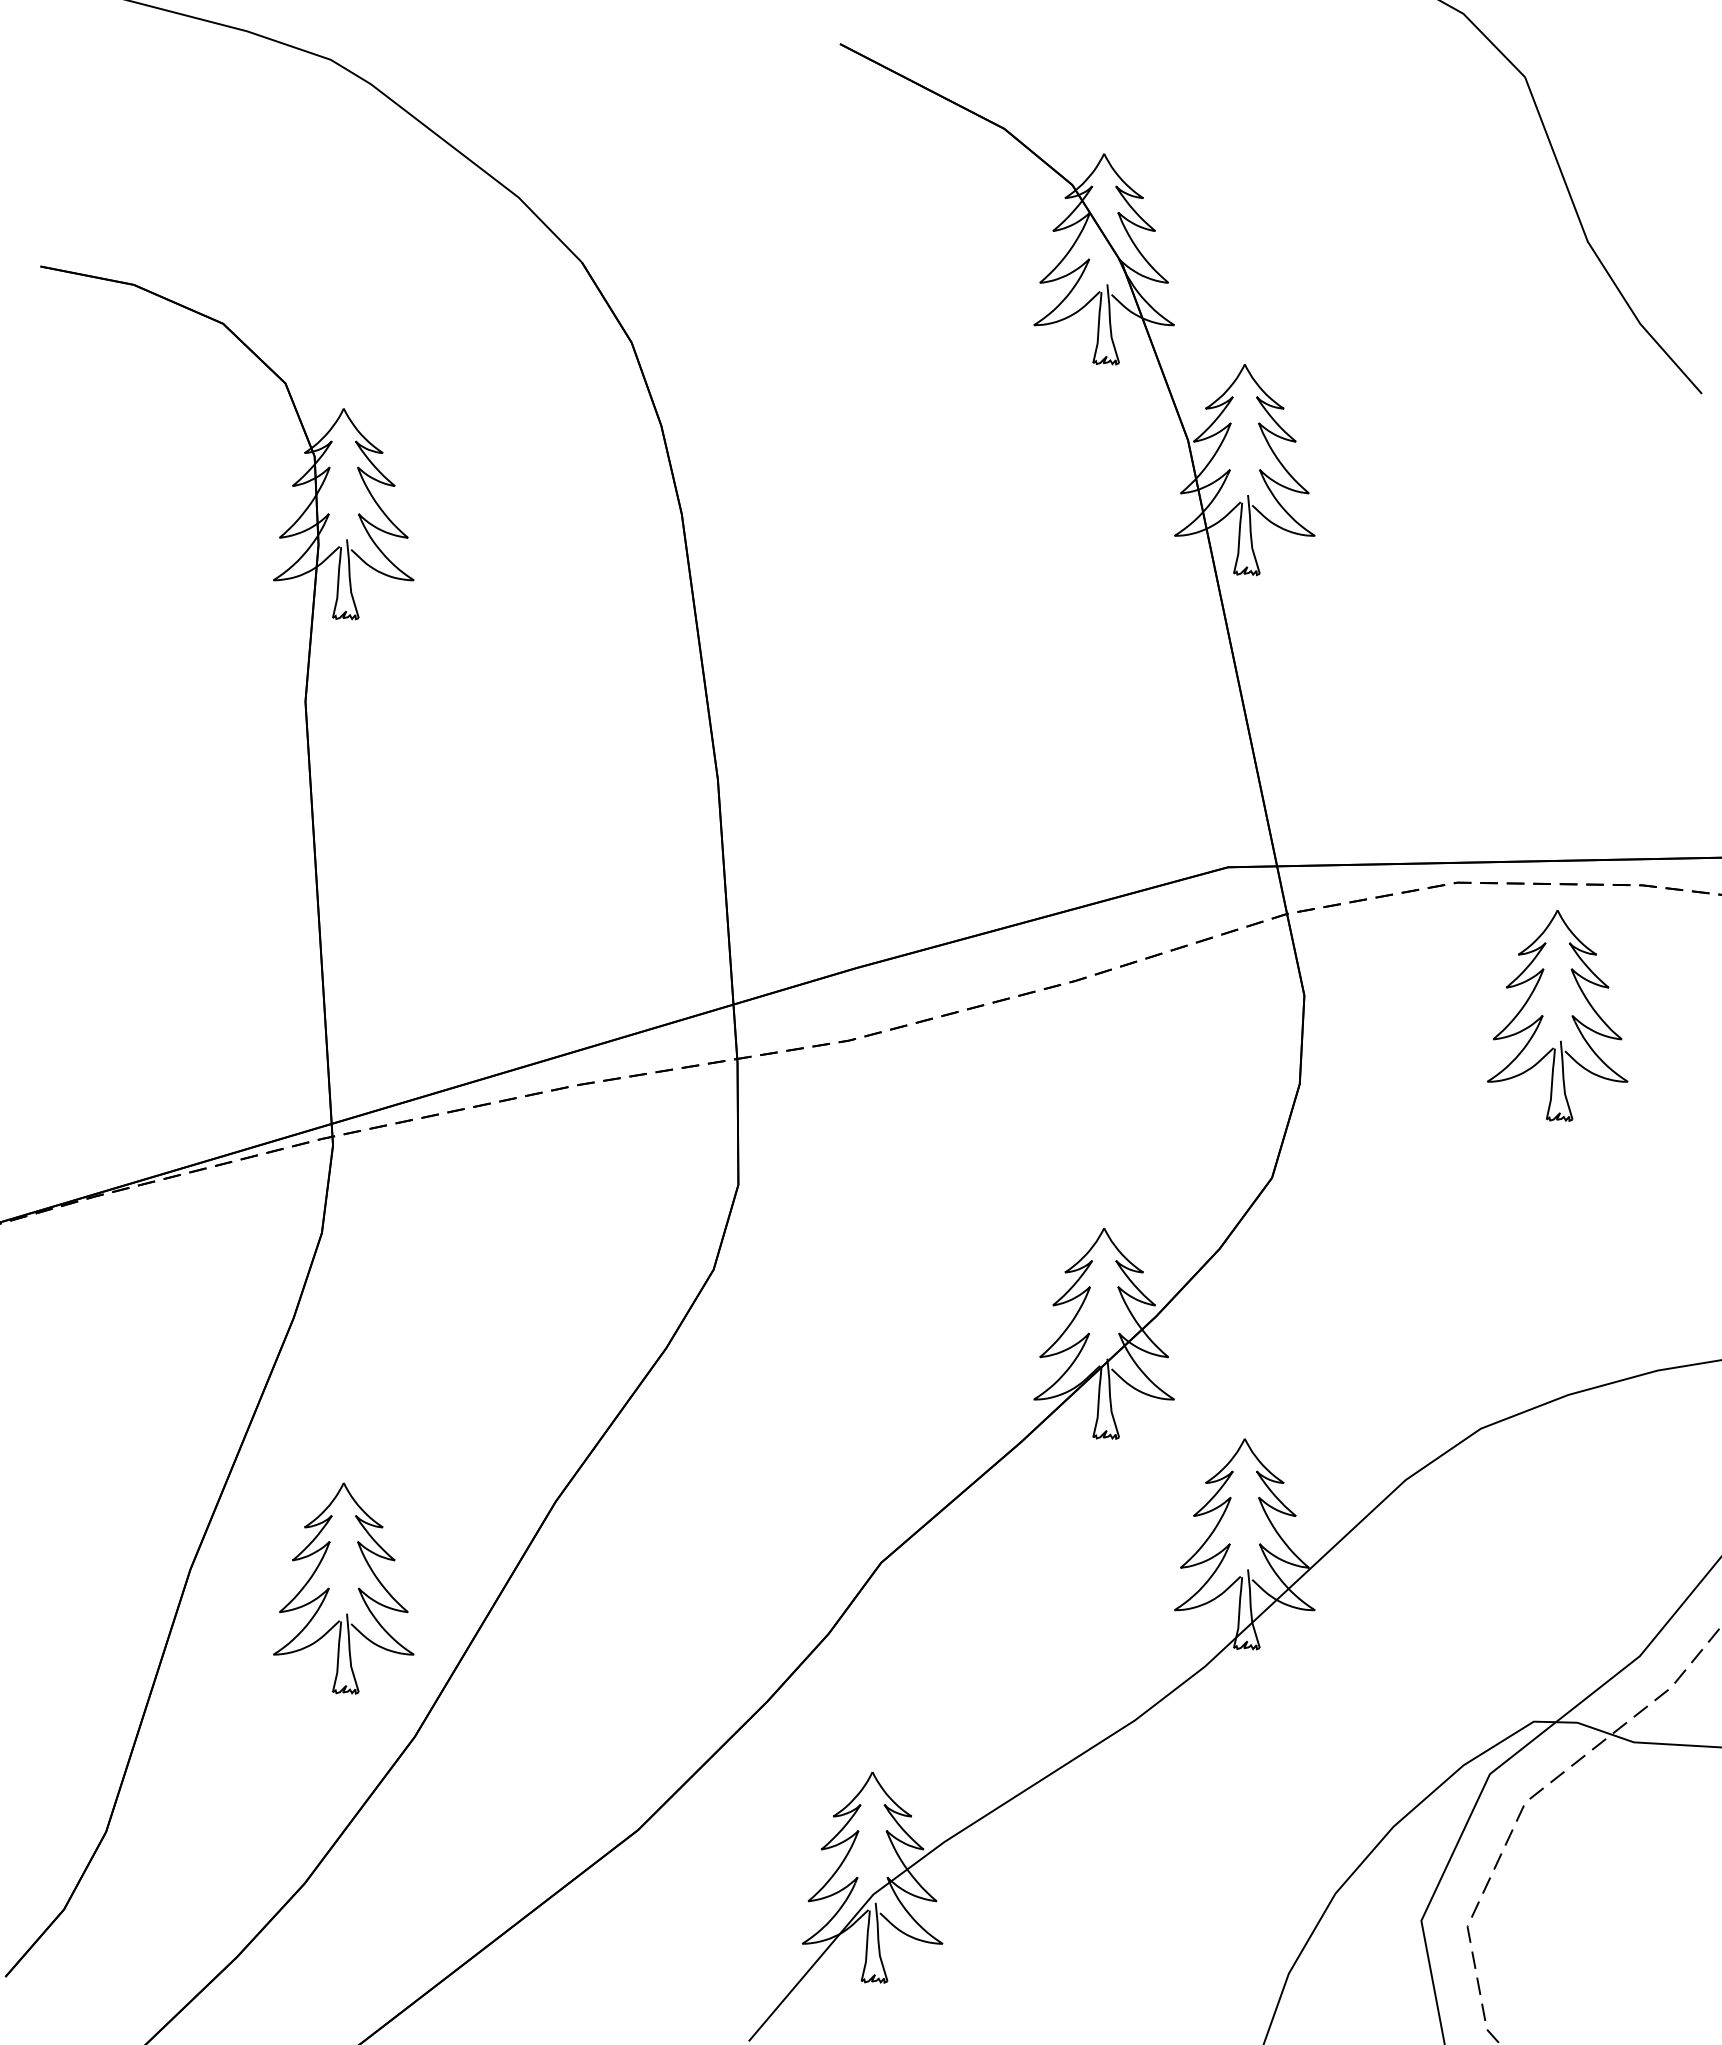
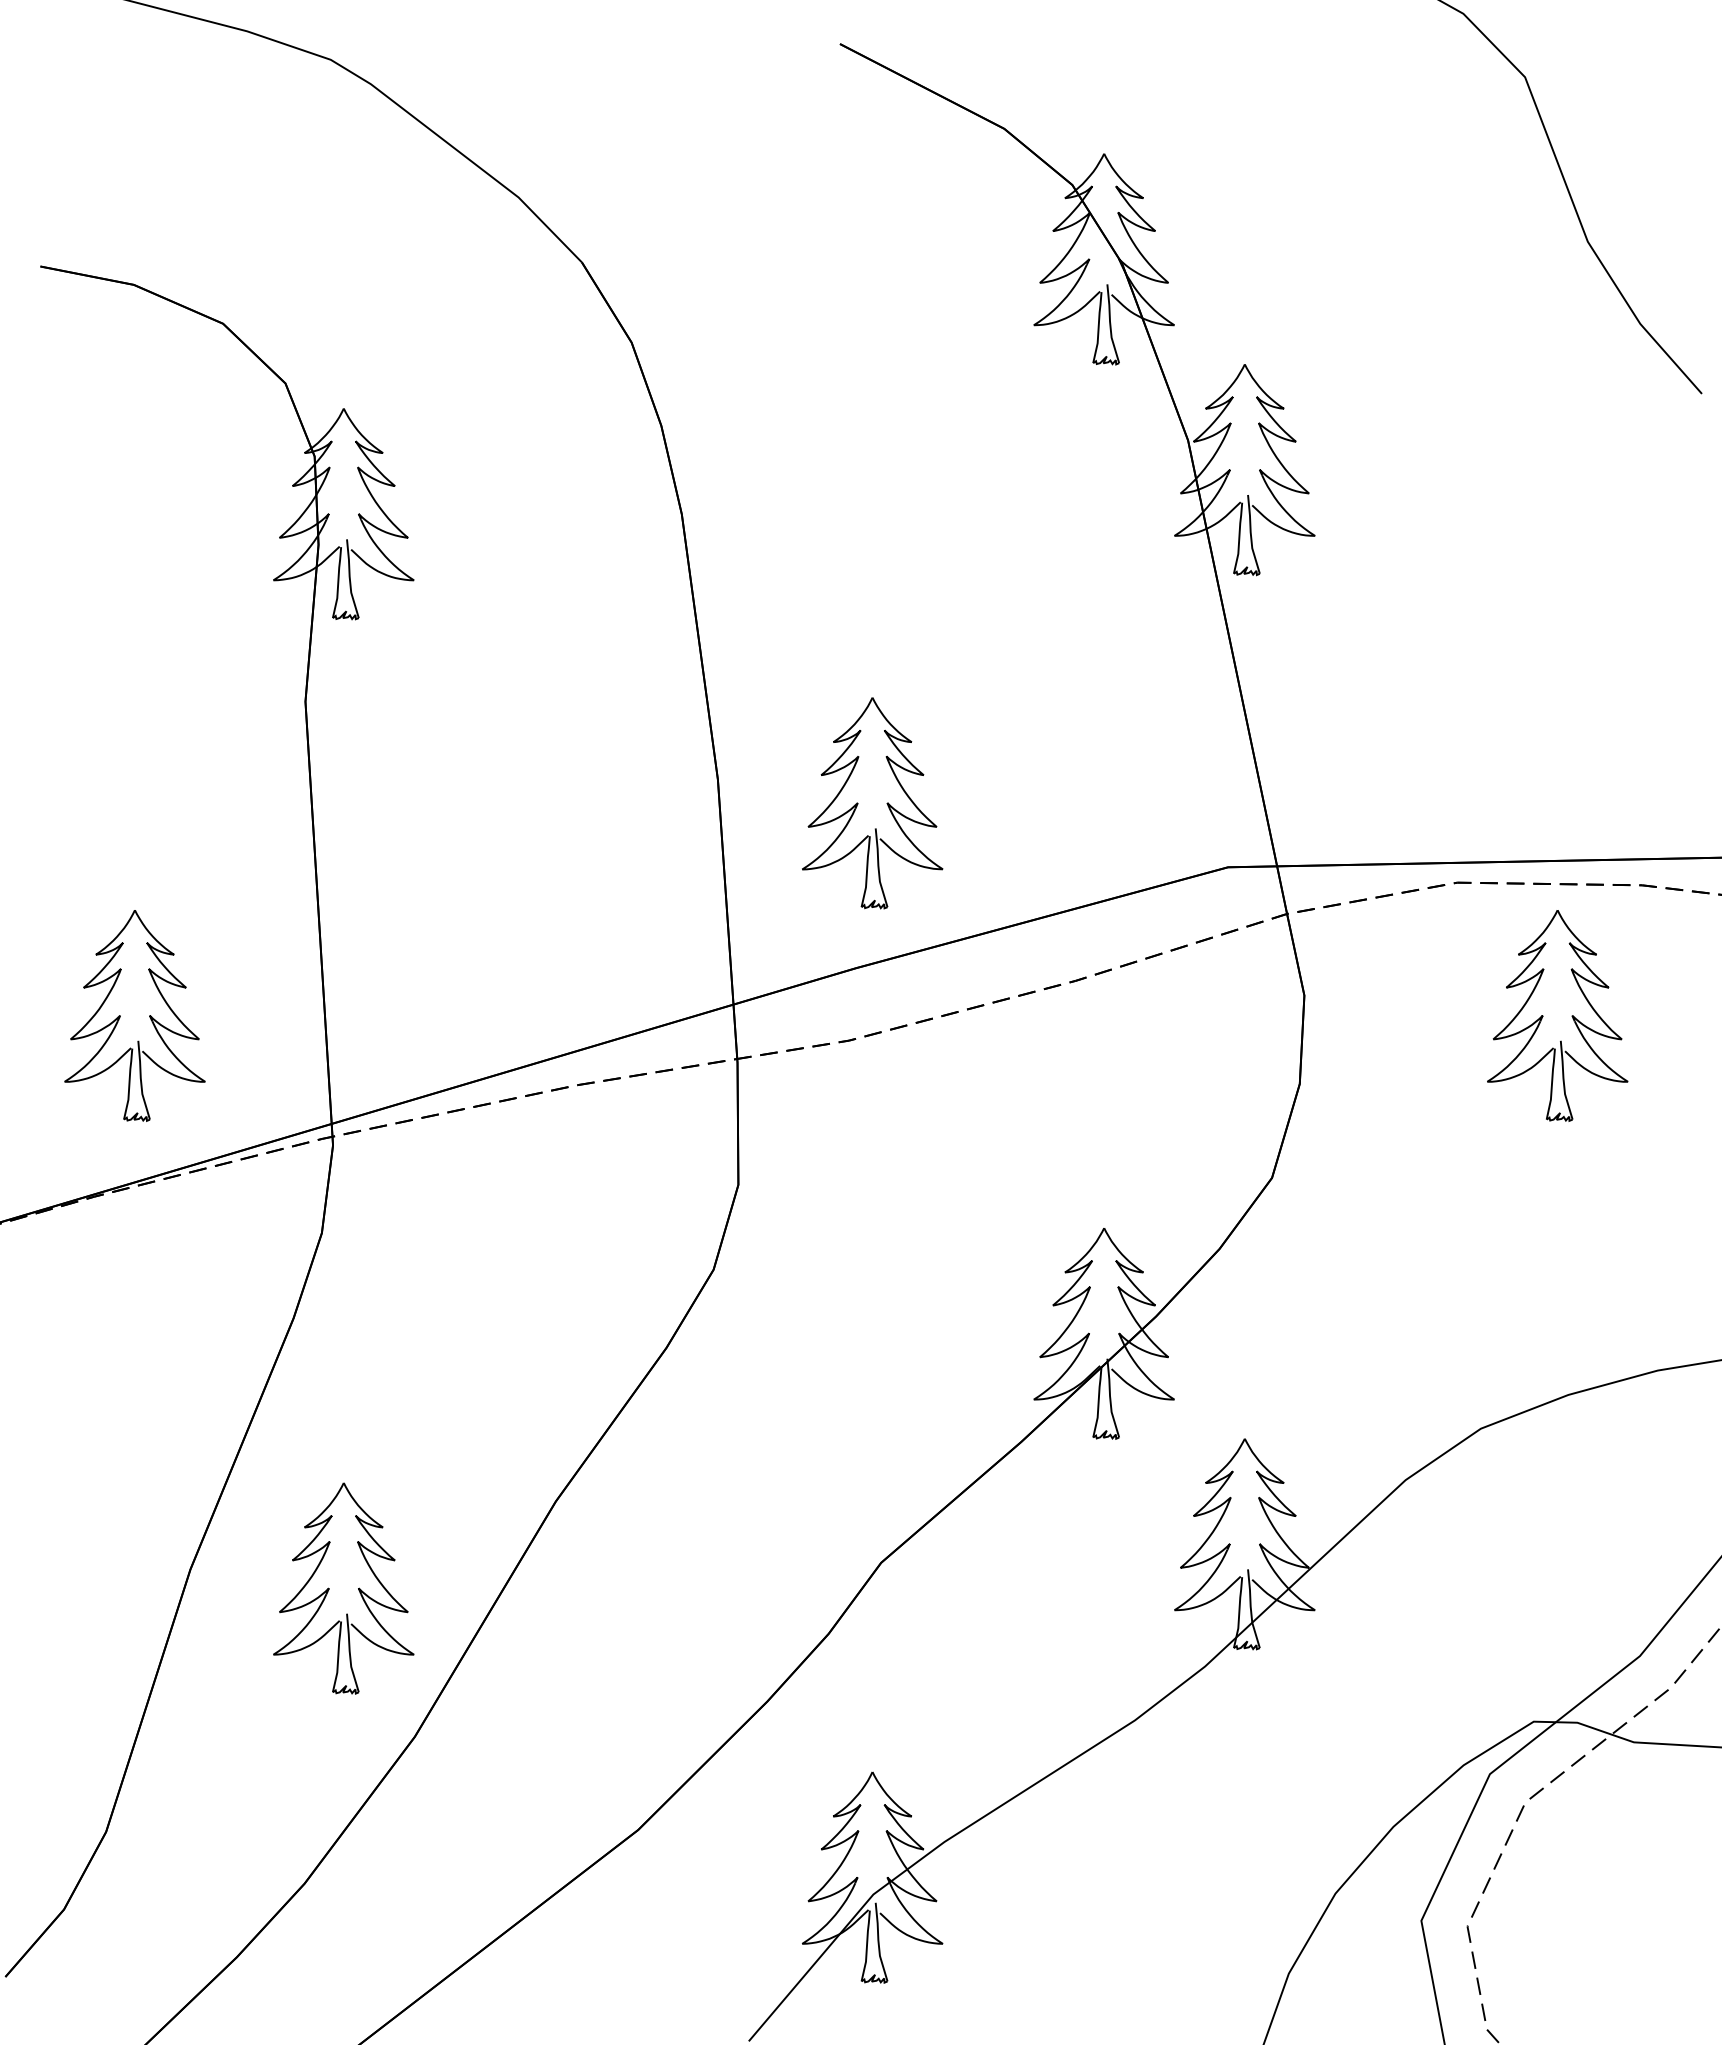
part at (858, 803): none -> present
part at (120, 1015): none -> present
